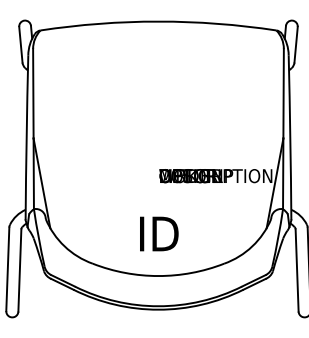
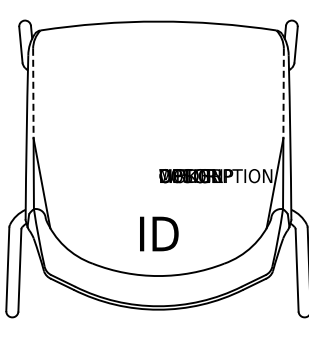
line at (33, 93): solid -> dashed
line at (283, 93): solid -> dashed
